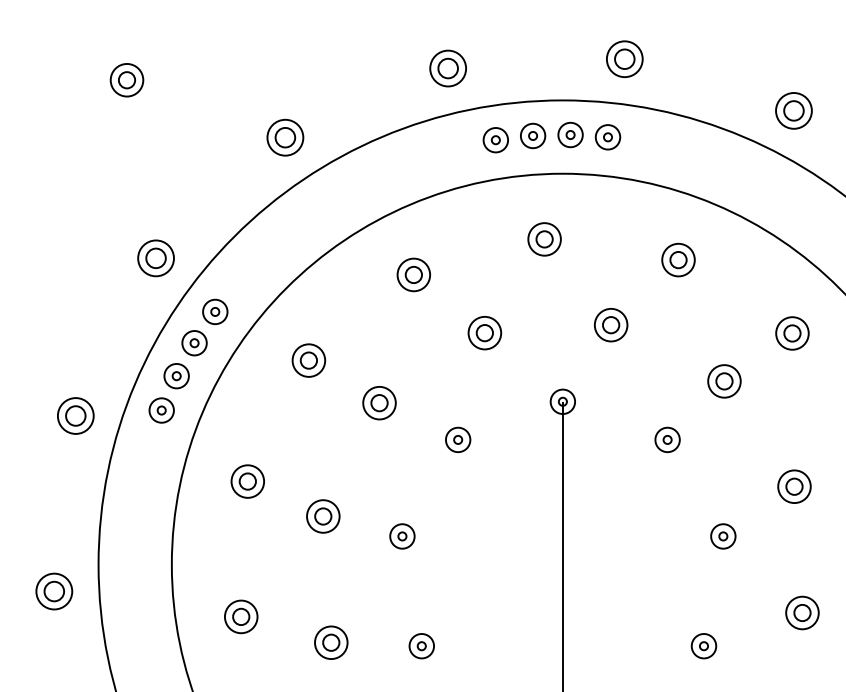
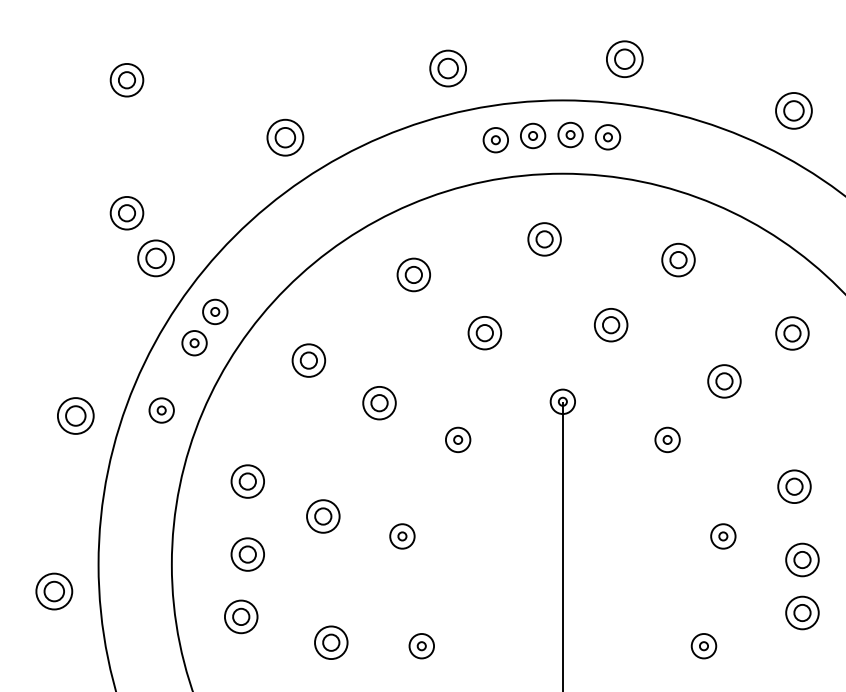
part at (126, 213): none -> present
part at (176, 376): present -> none
part at (247, 554): none -> present
part at (802, 559): none -> present
